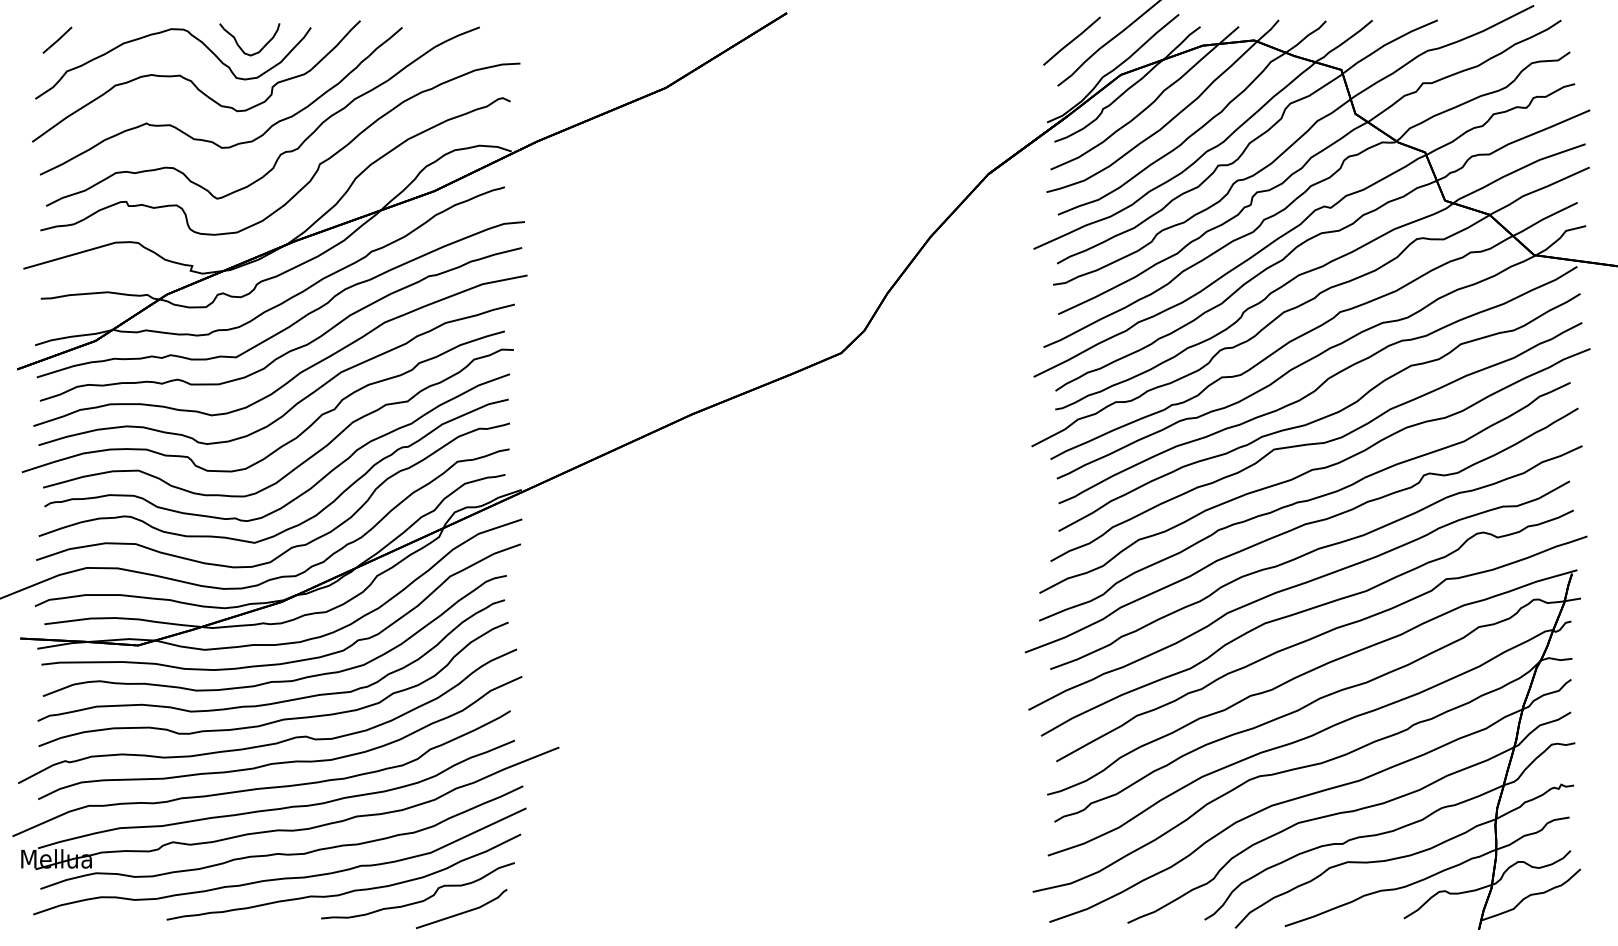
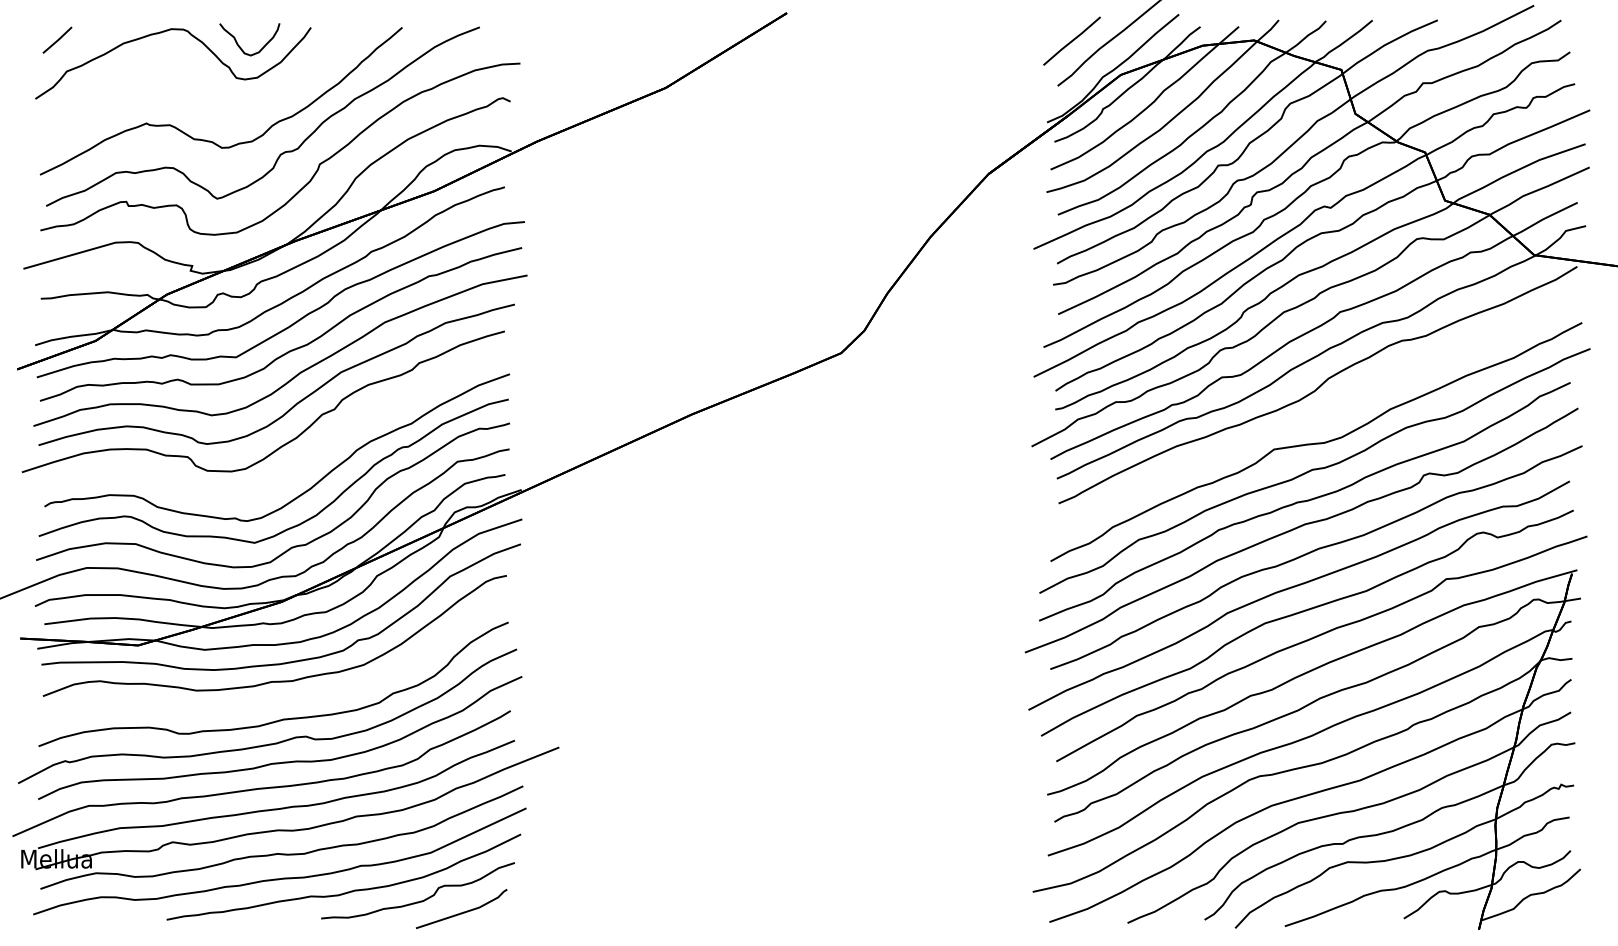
part at (196, 81): present -> none
part at (1319, 412): present -> none
part at (304, 460): present -> none
part at (277, 701): present -> none
